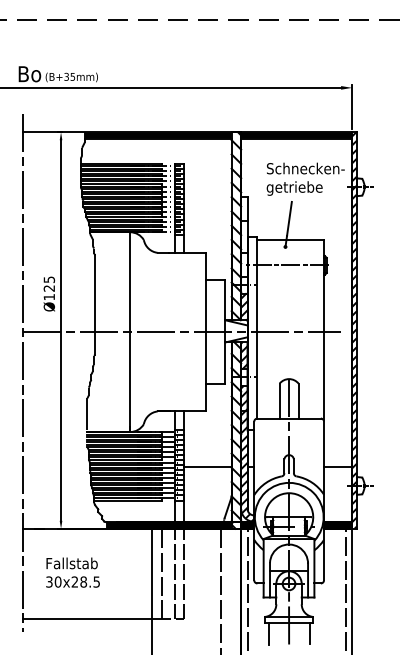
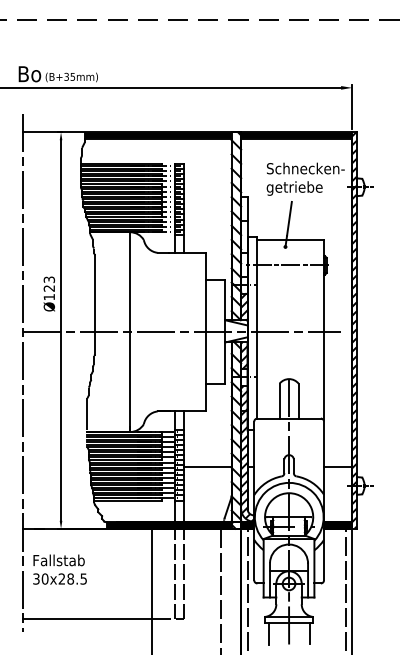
text at (48, 279): Ø125 -> Ø123
text at (72, 572) position: (72, 572) -> (59, 569)
line at (161, 573): present -> none
